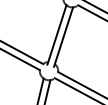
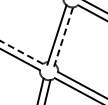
line at (63, 36): solid -> dashed
line at (21, 52): solid -> dashed
